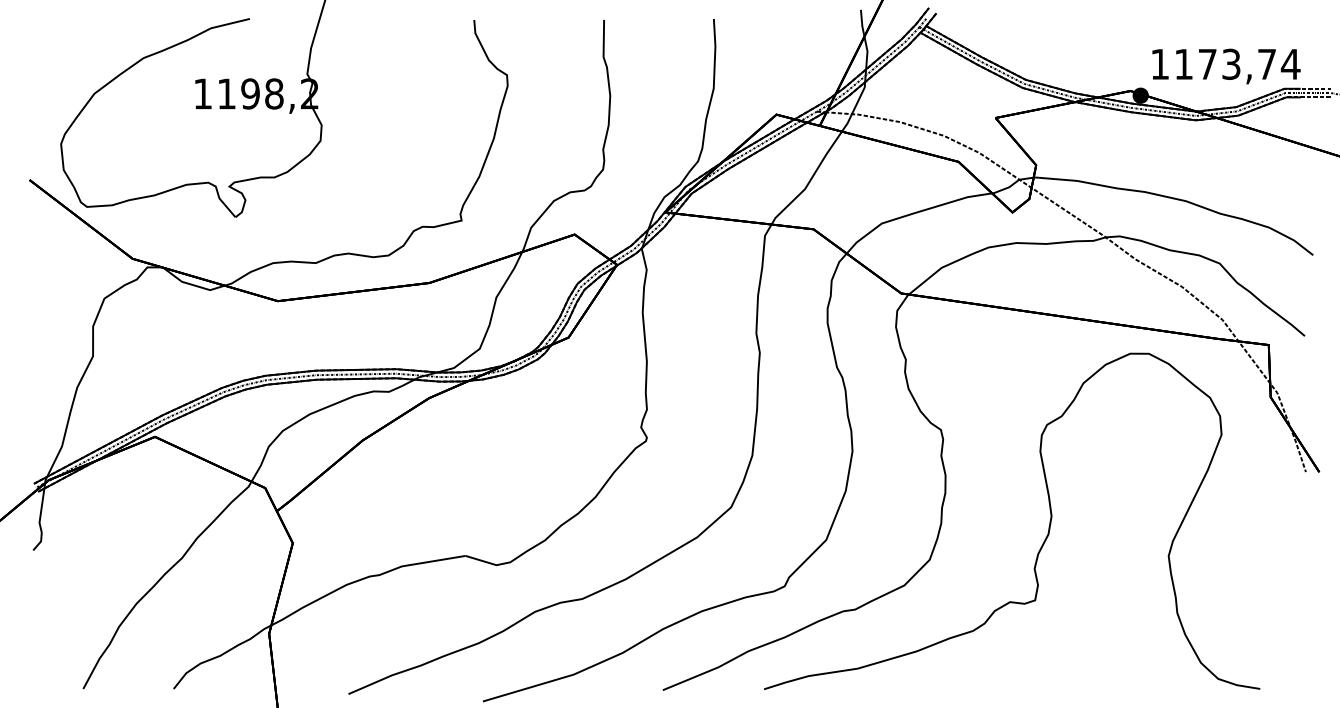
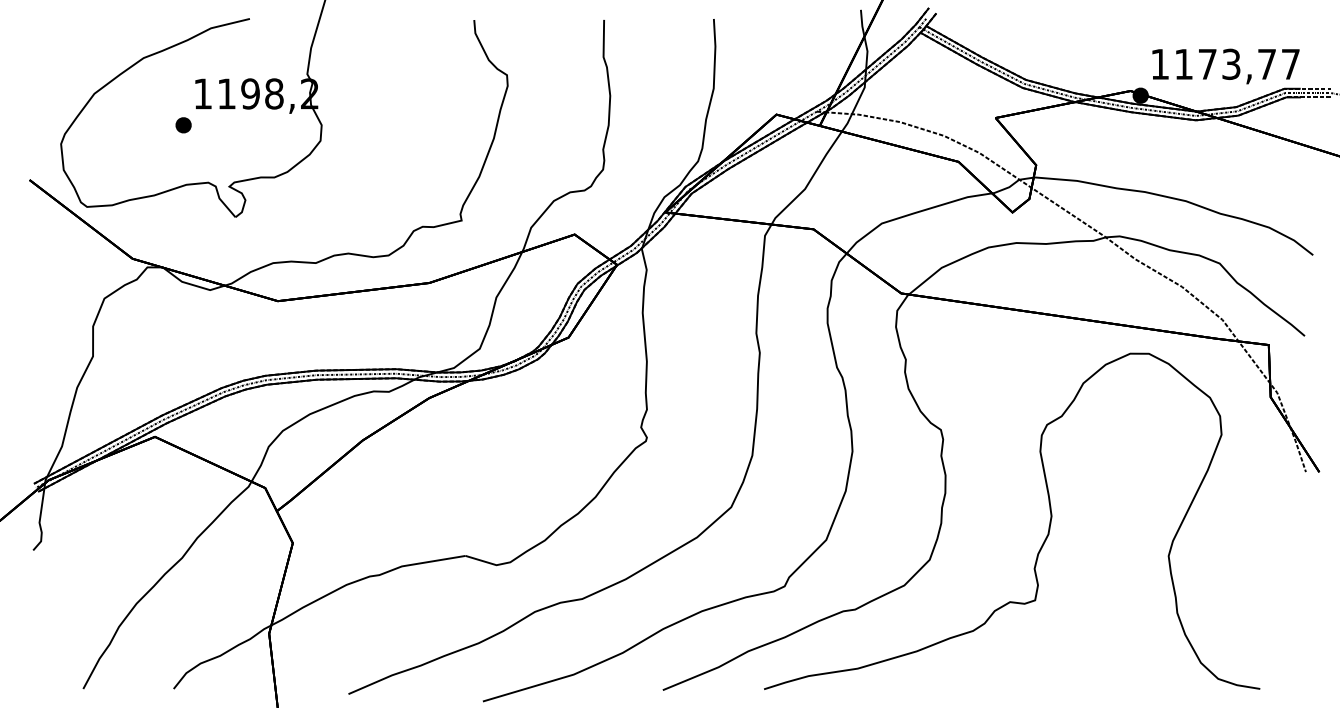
text at (1290, 64): 1173,74 -> 1173,77
part at (183, 125): none -> present
